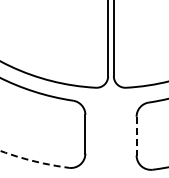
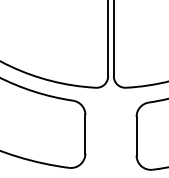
line at (136, 136): dashed -> solid
arc at (34, 161): dashed -> solid
